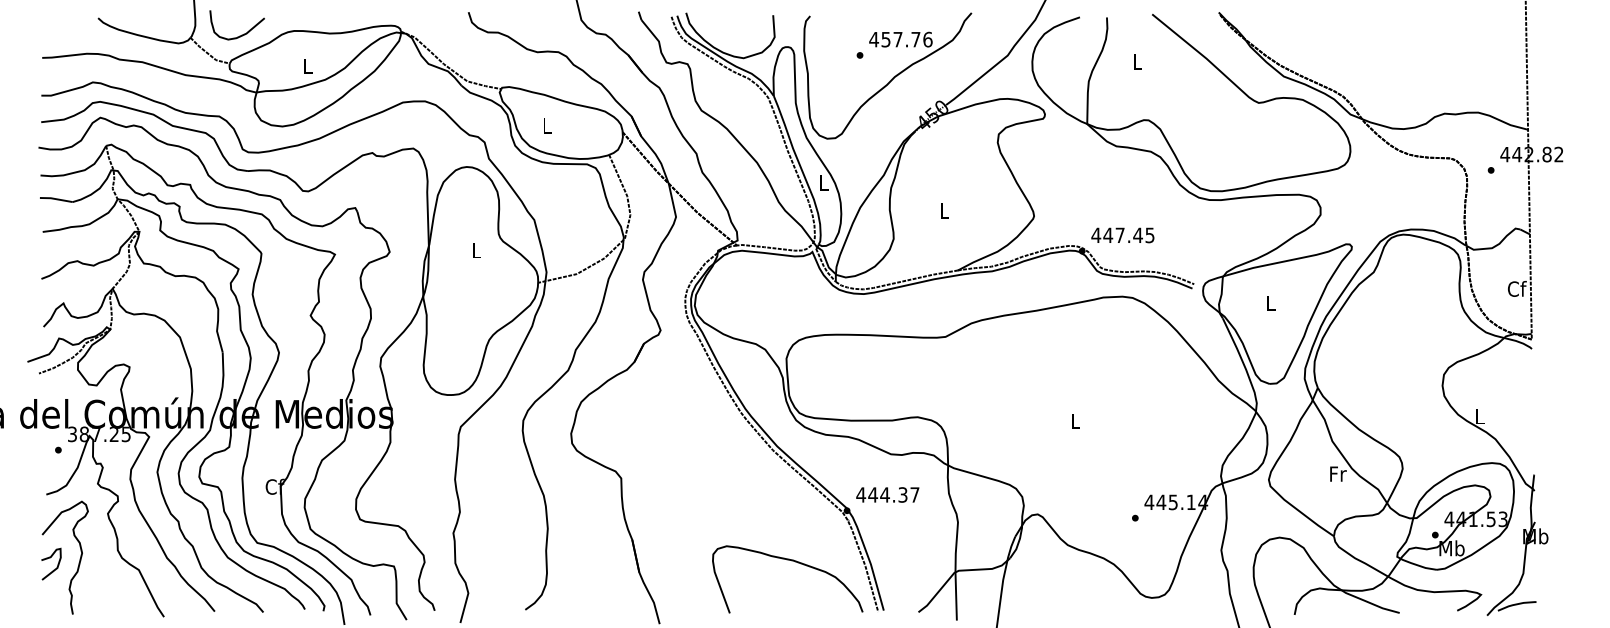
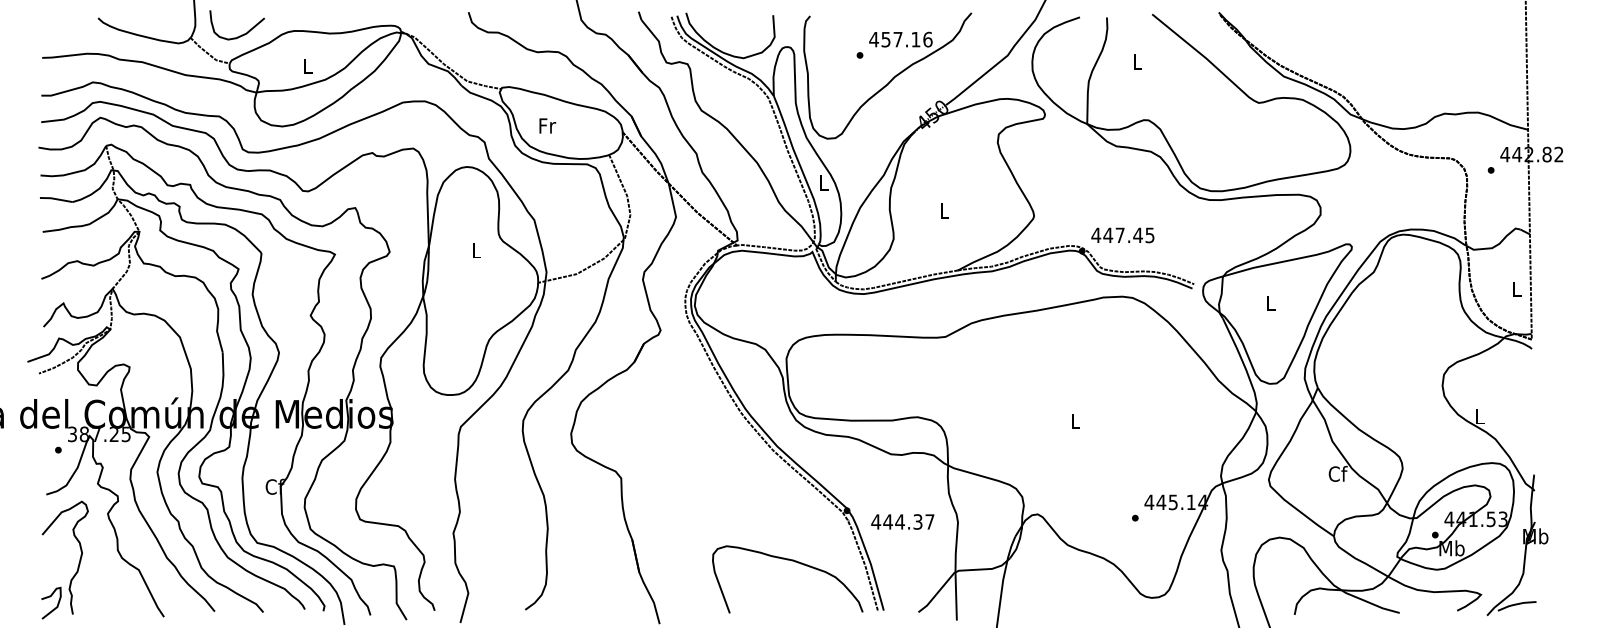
text at (915, 39): 457.76 -> 457.16
text at (547, 125): L -> Fr
text at (1516, 288): Cf -> L
text at (1337, 473): Fr -> Cf
text at (887, 494) position: (887, 494) -> (902, 521)
curve at (50, 558) position: (50, 558) -> (50, 597)
